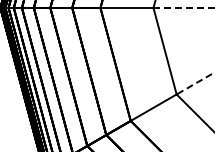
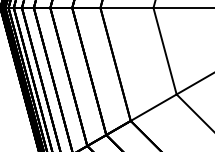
line at (184, 8): dashed -> solid
line at (195, 83): dashed -> solid
